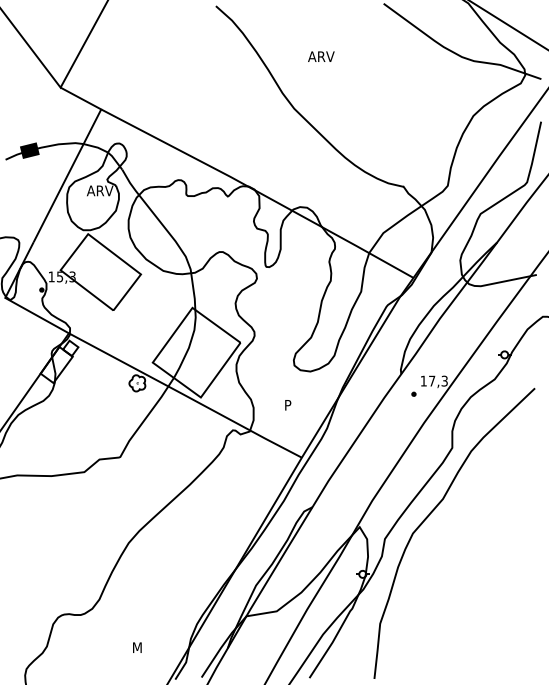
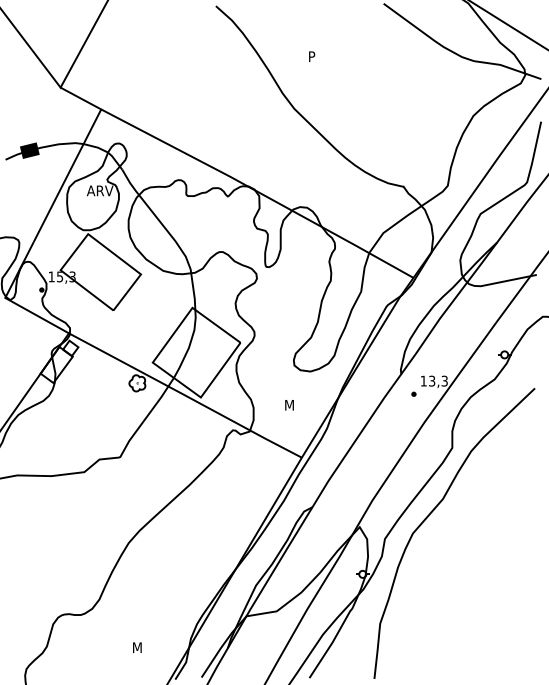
text at (321, 56): ARV -> P
text at (432, 380): 17,3 -> 13,3
text at (289, 405): P -> M
